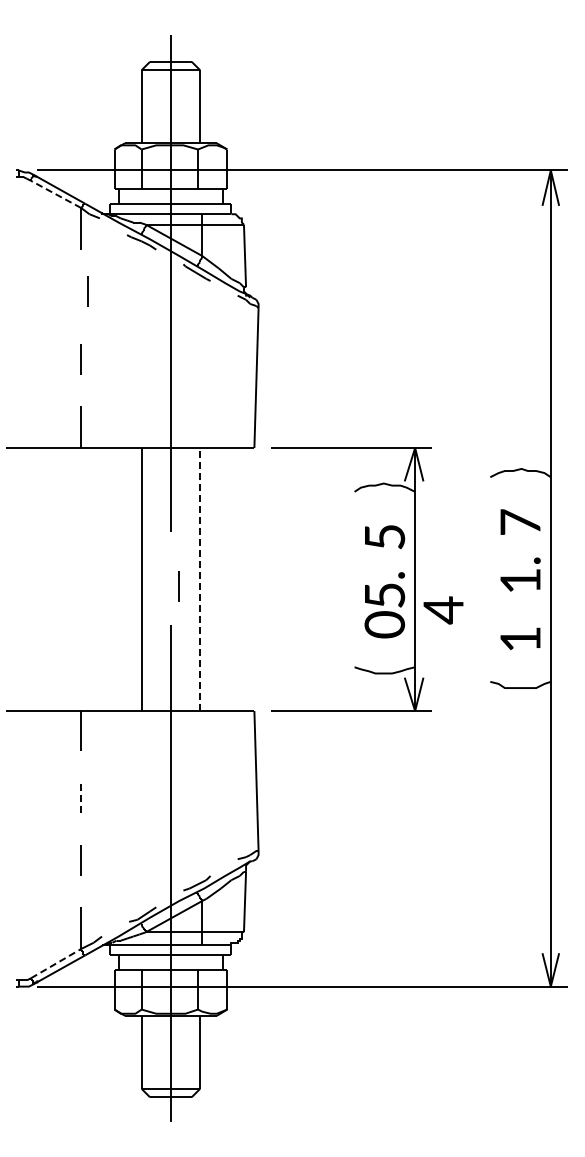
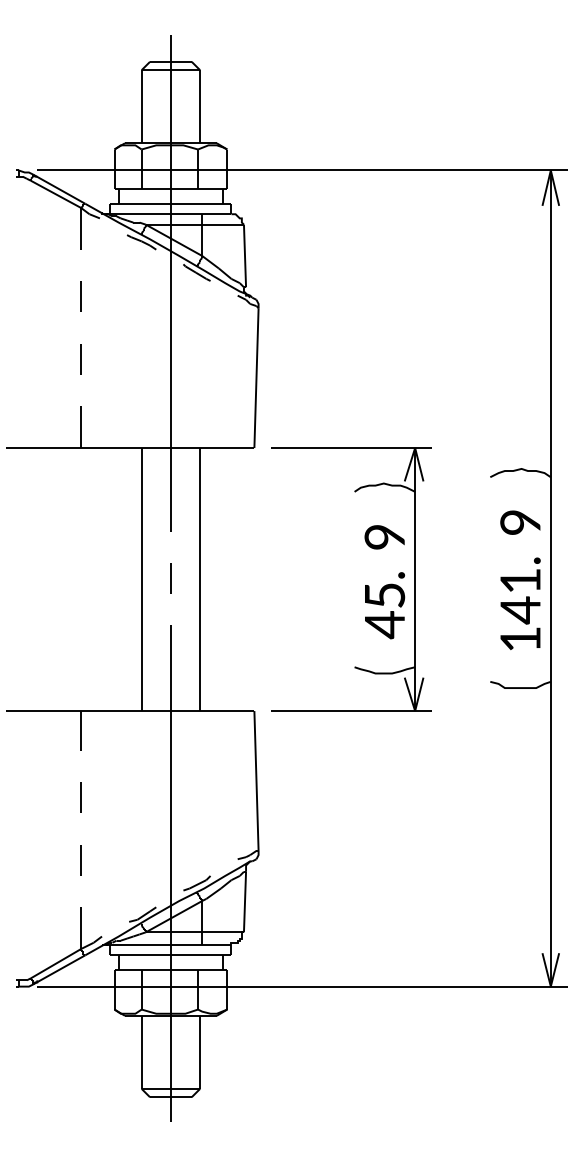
line at (55, 194): dashed -> solid
line at (87, 291) position: (87, 291) -> (80, 296)
text at (520, 521): 7 -> 9
text at (384, 537): 5 -> 9
line at (200, 579): dashed -> solid
line at (178, 586) position: (178, 586) -> (170, 578)
text at (443, 610) position: (443, 610) -> (520, 610)
text at (384, 625): 0 -> 4
line at (81, 797): dashed -> solid
line at (56, 963): dashed -> solid
